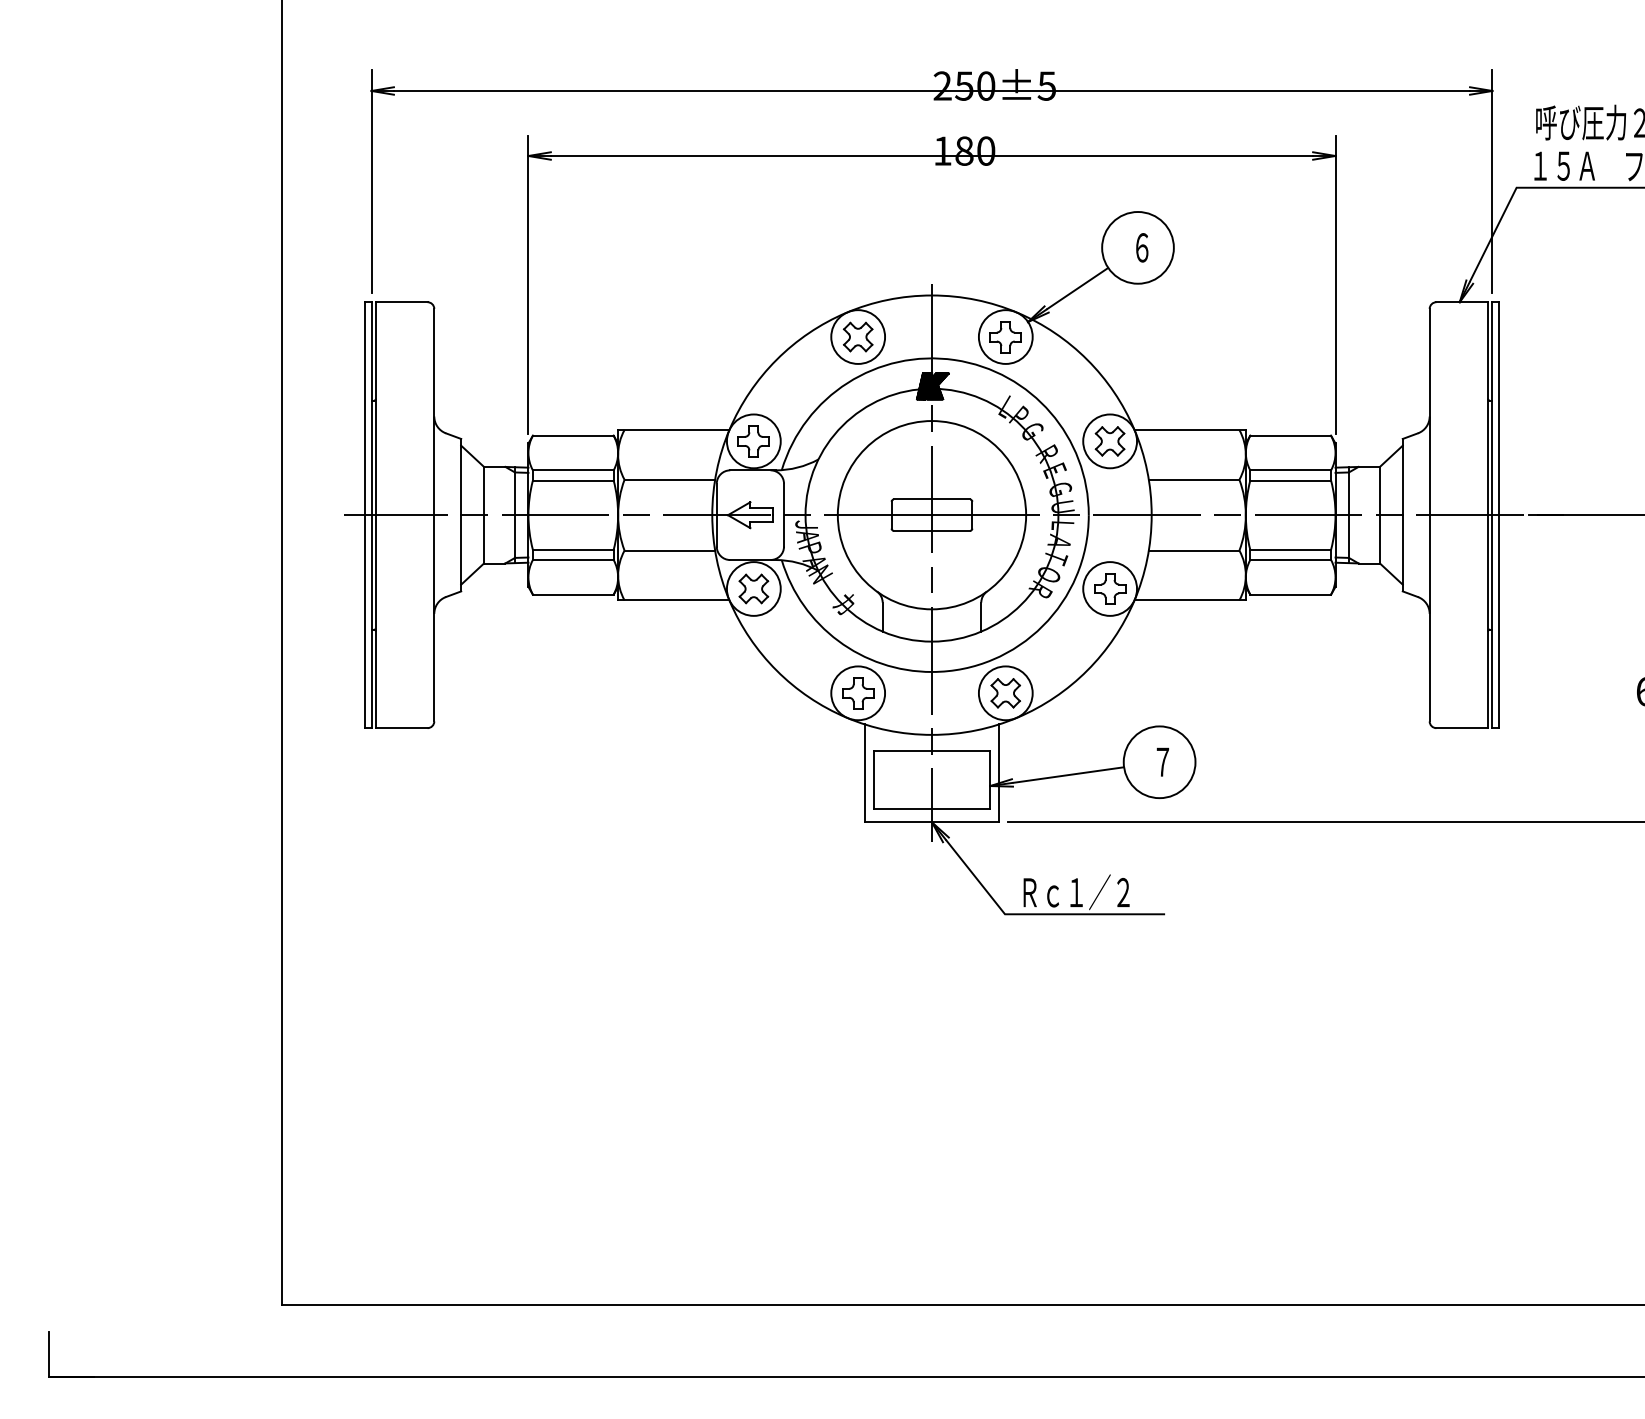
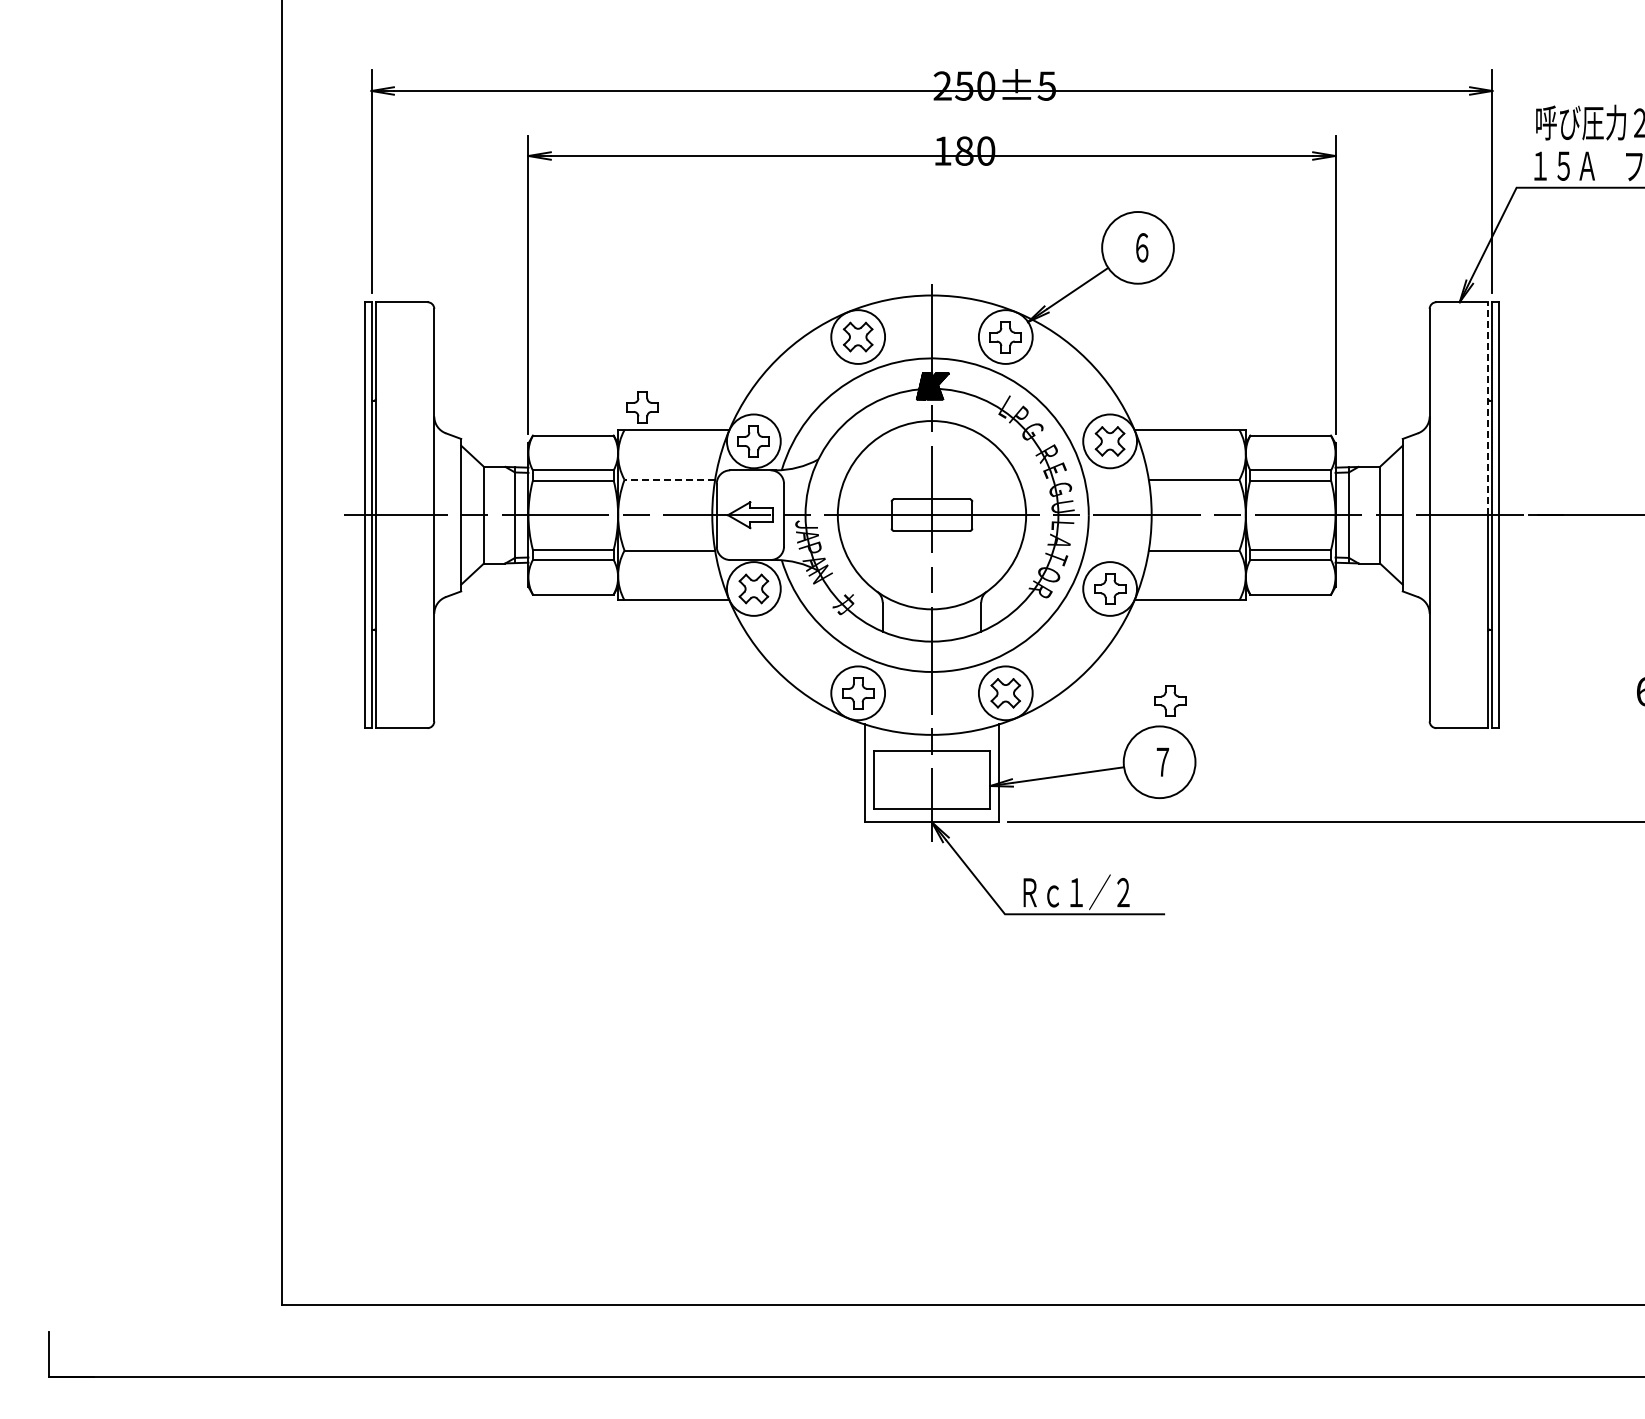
part at (642, 407): none -> present
line at (1487, 408): solid -> dashed
line at (669, 479): solid -> dashed
part at (1170, 700): none -> present
